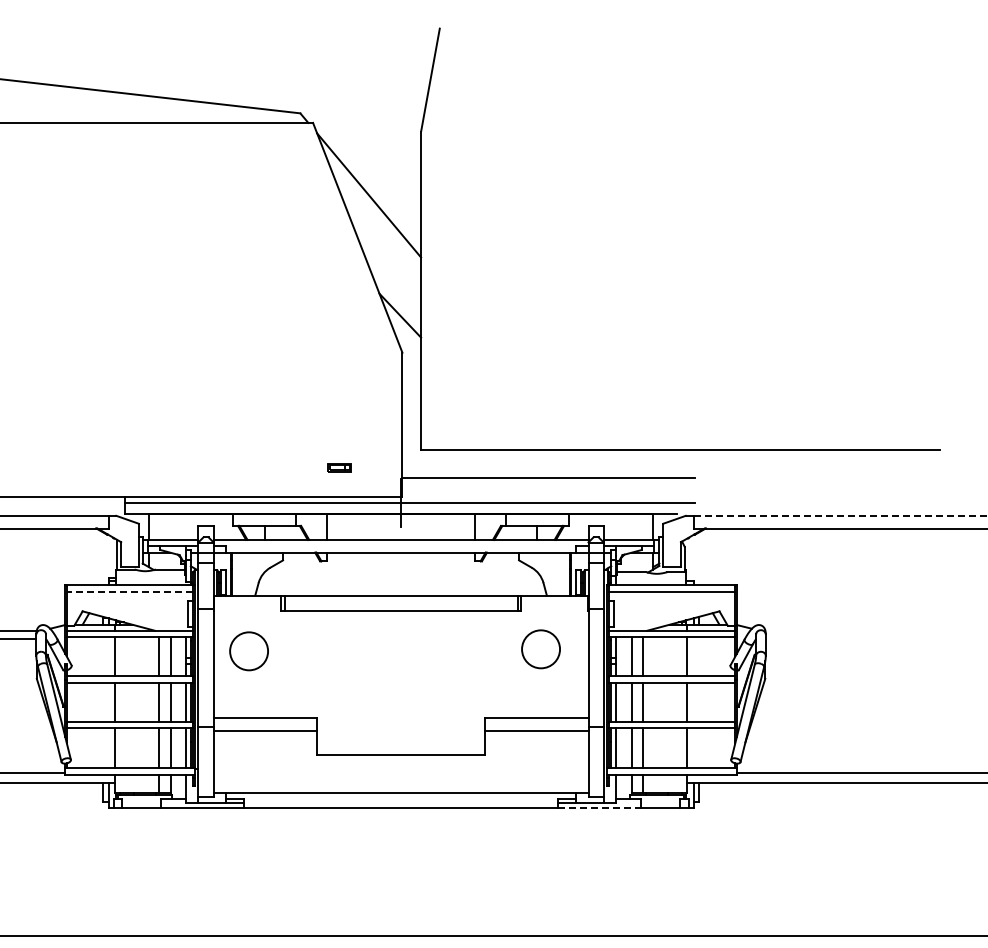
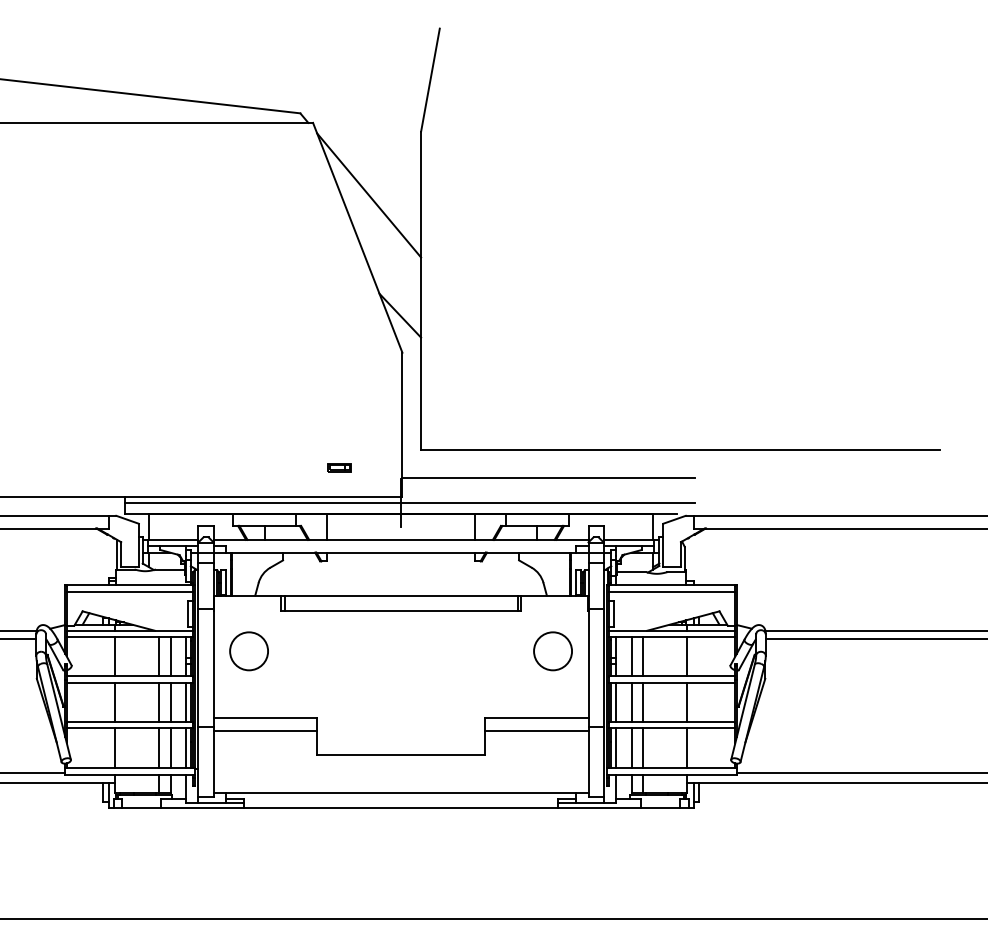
line at (840, 515): dashed -> solid
line at (129, 591): dashed -> solid
line at (874, 630): none -> present
line at (874, 639): none -> present
circle at (540, 649) position: (540, 649) -> (552, 651)
line at (599, 807): dashed -> solid
line at (493, 936) position: (493, 936) -> (493, 919)
